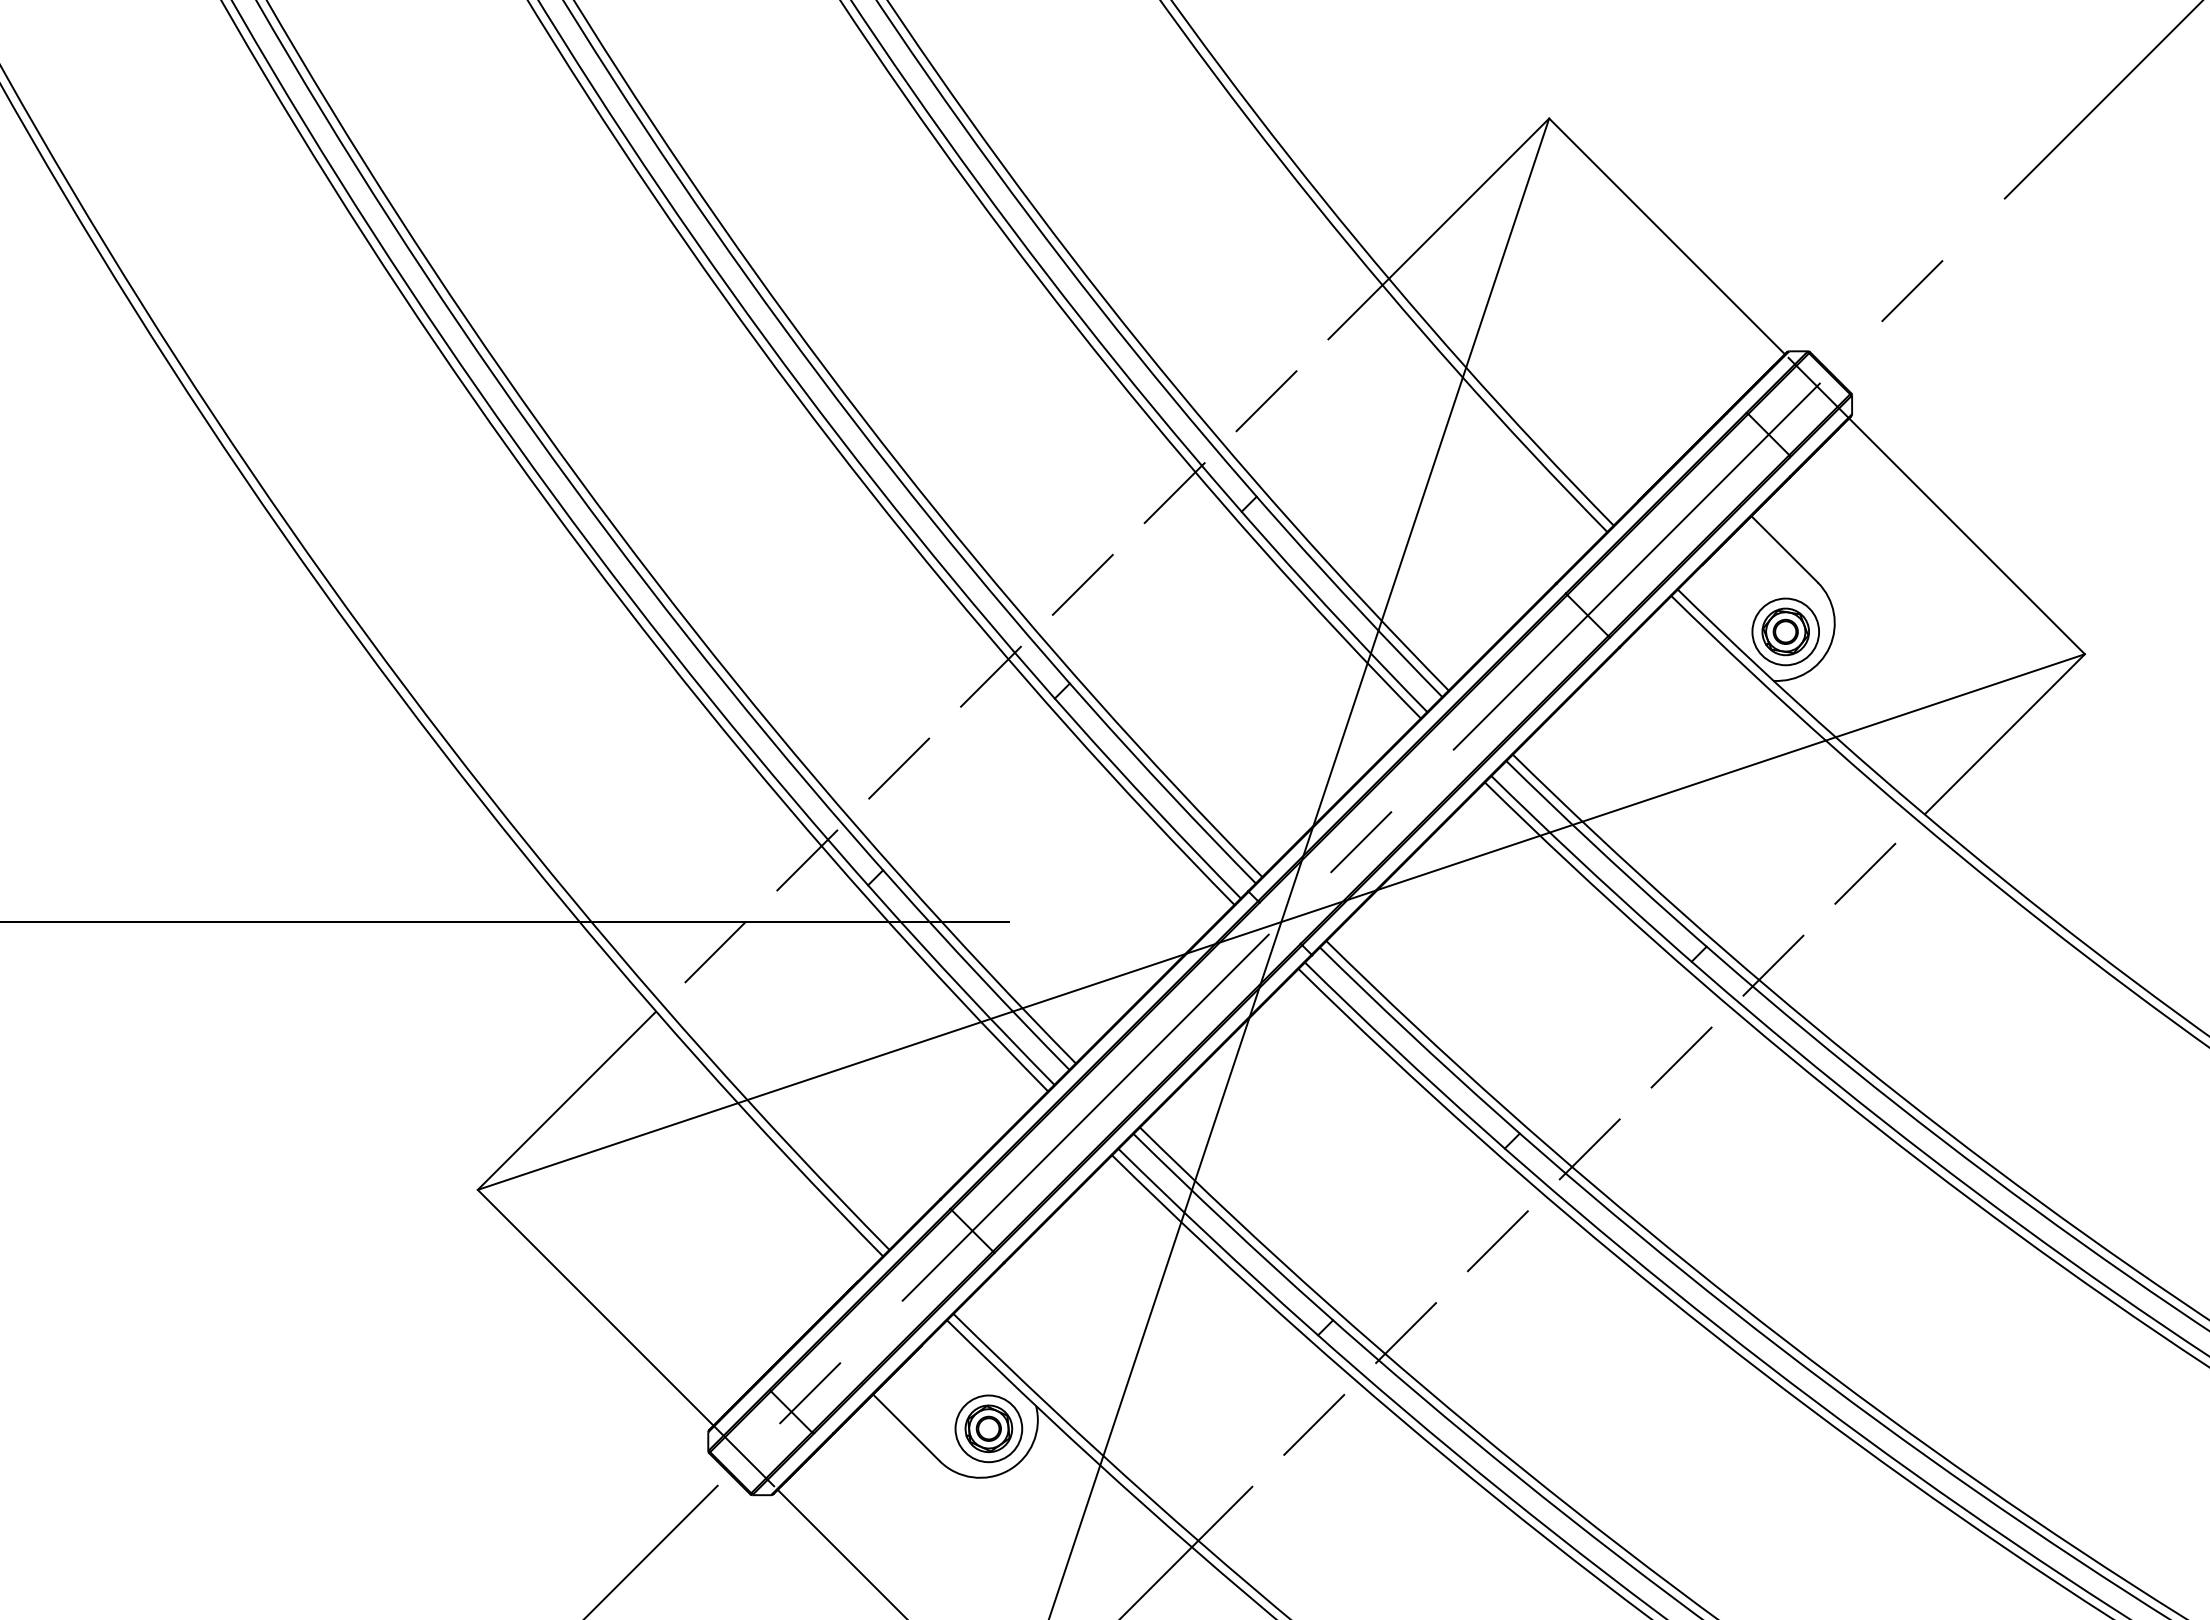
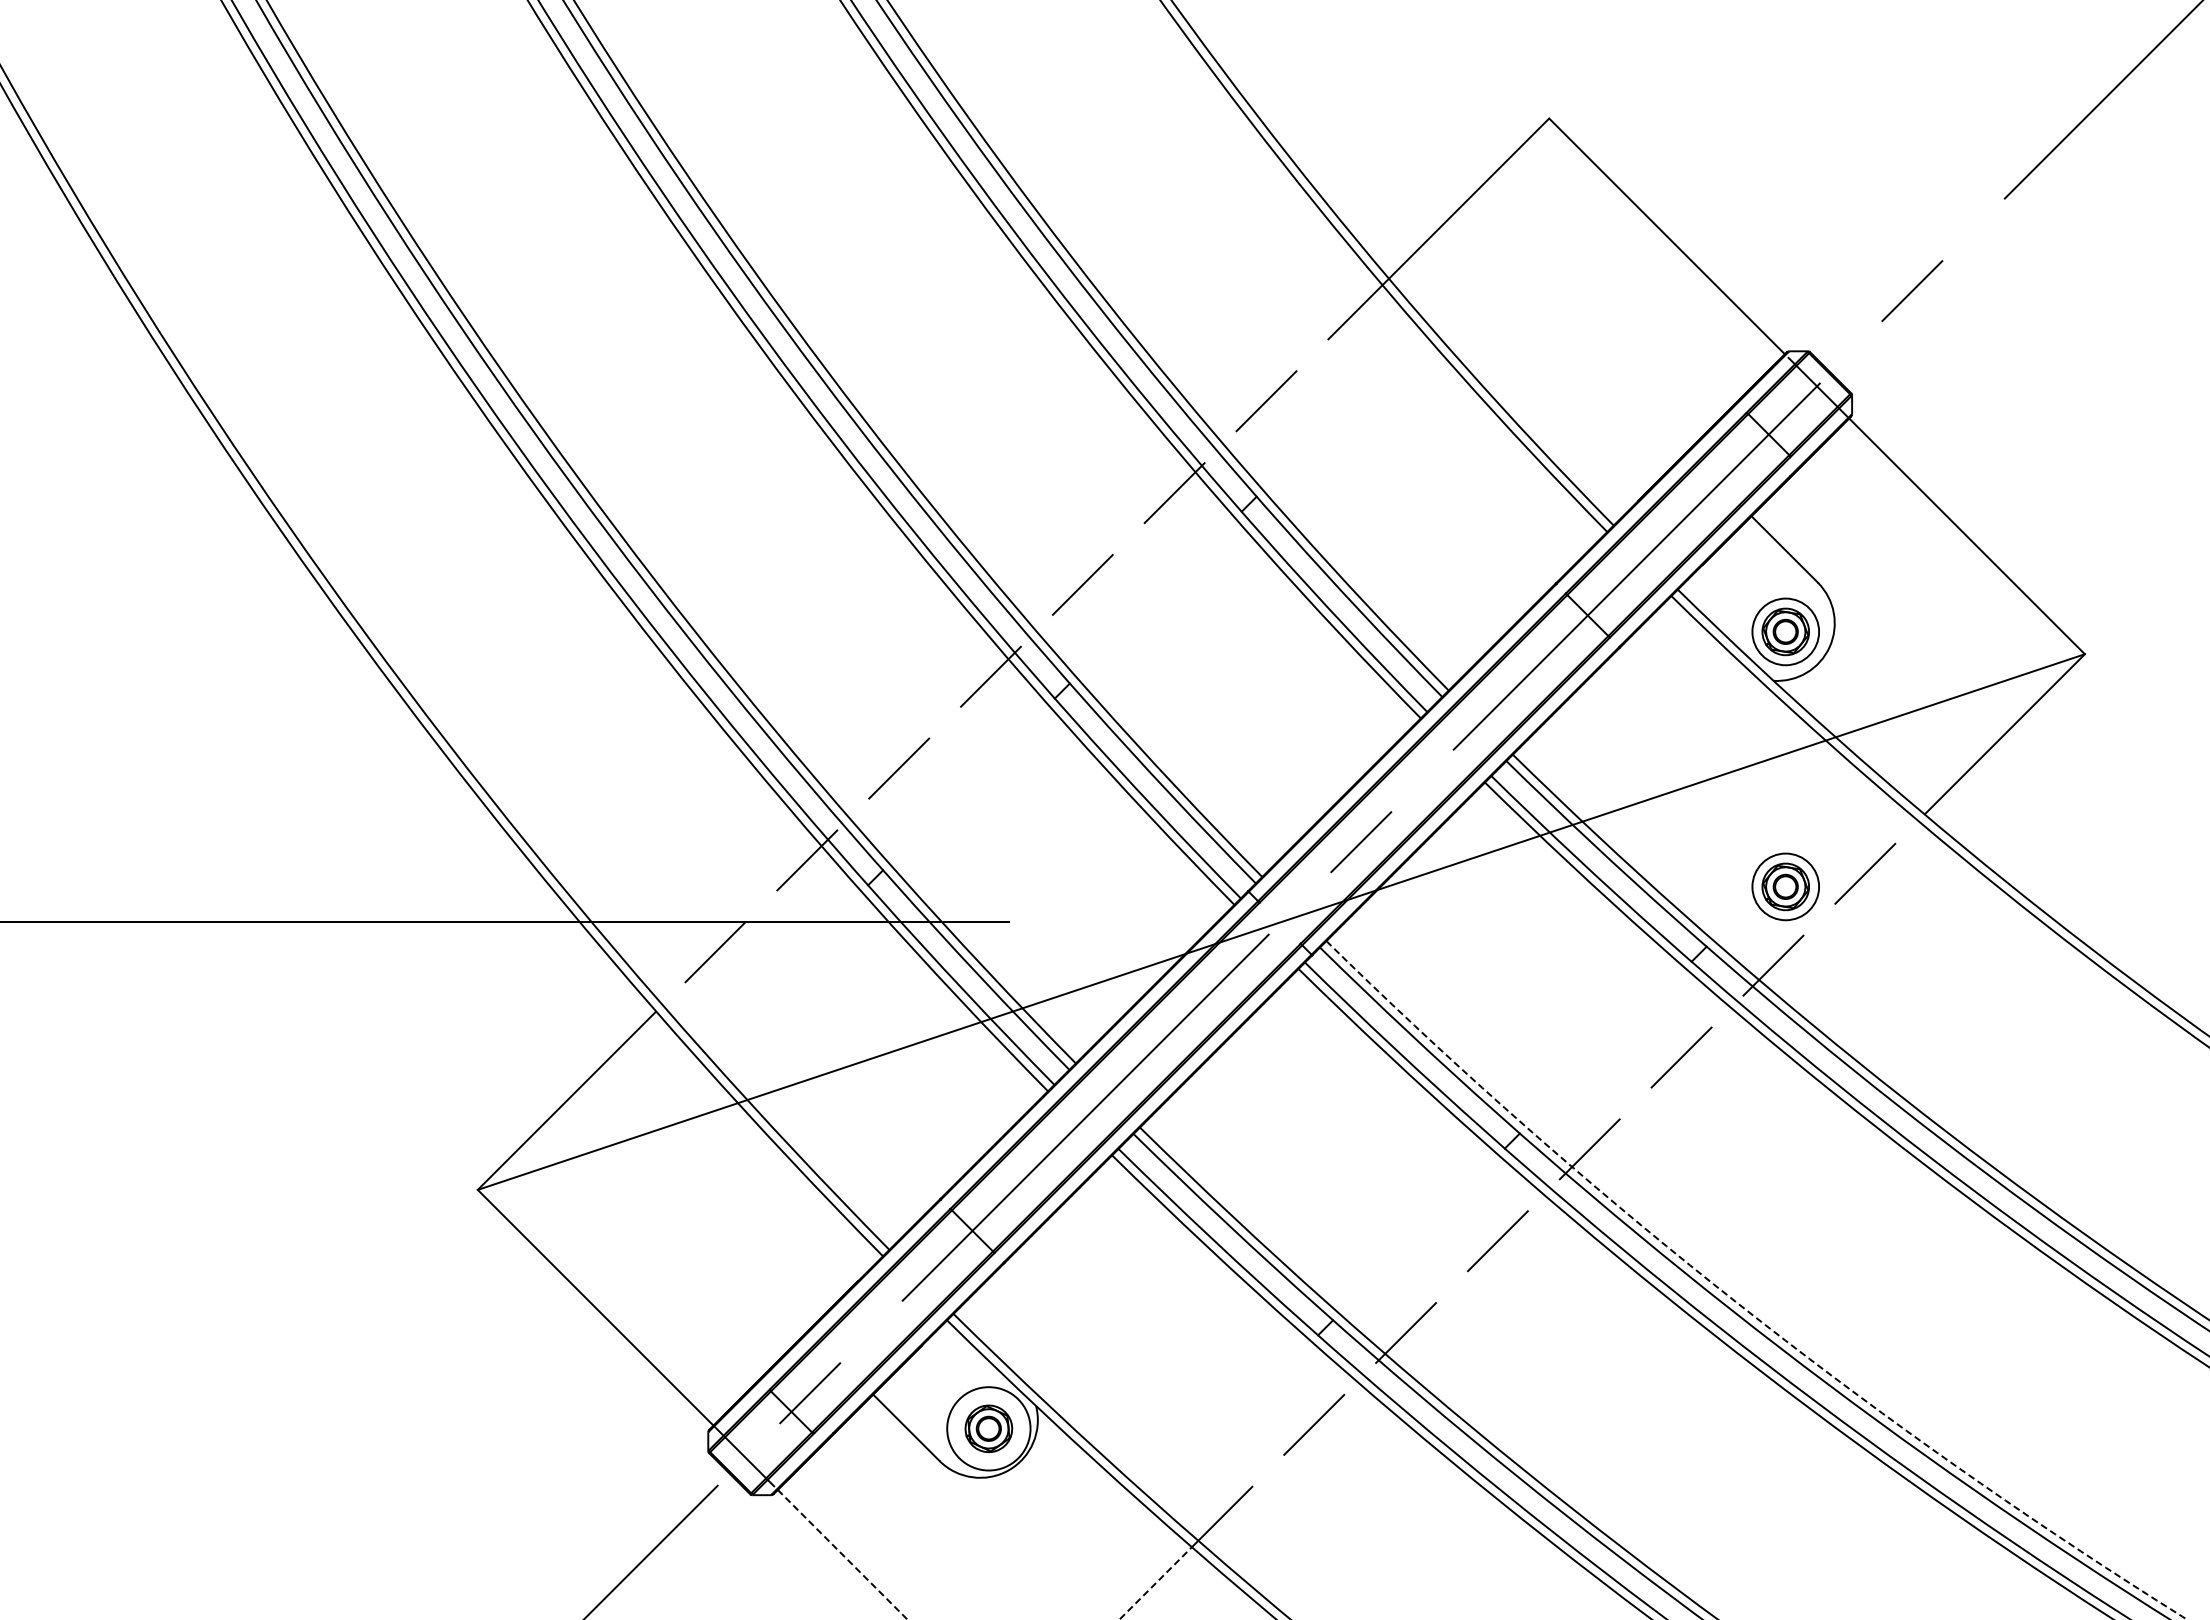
line at (1299, 867): present -> none
part at (1785, 886): none -> present
arc at (1739, 1304): solid -> dashed
circle at (988, 1428) diameter: 67 px -> 83 px
line at (879, 1591): solid -> dashed
